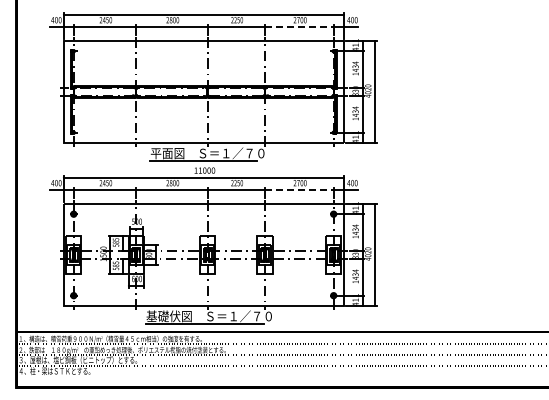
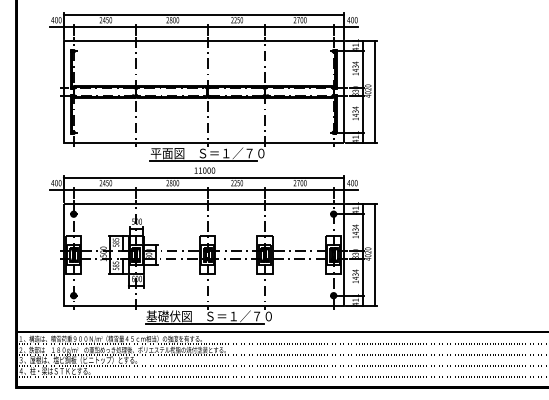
line at (299, 27): dashed -> solid
line at (299, 190): dashed -> solid
line at (280, 376): none -> present
